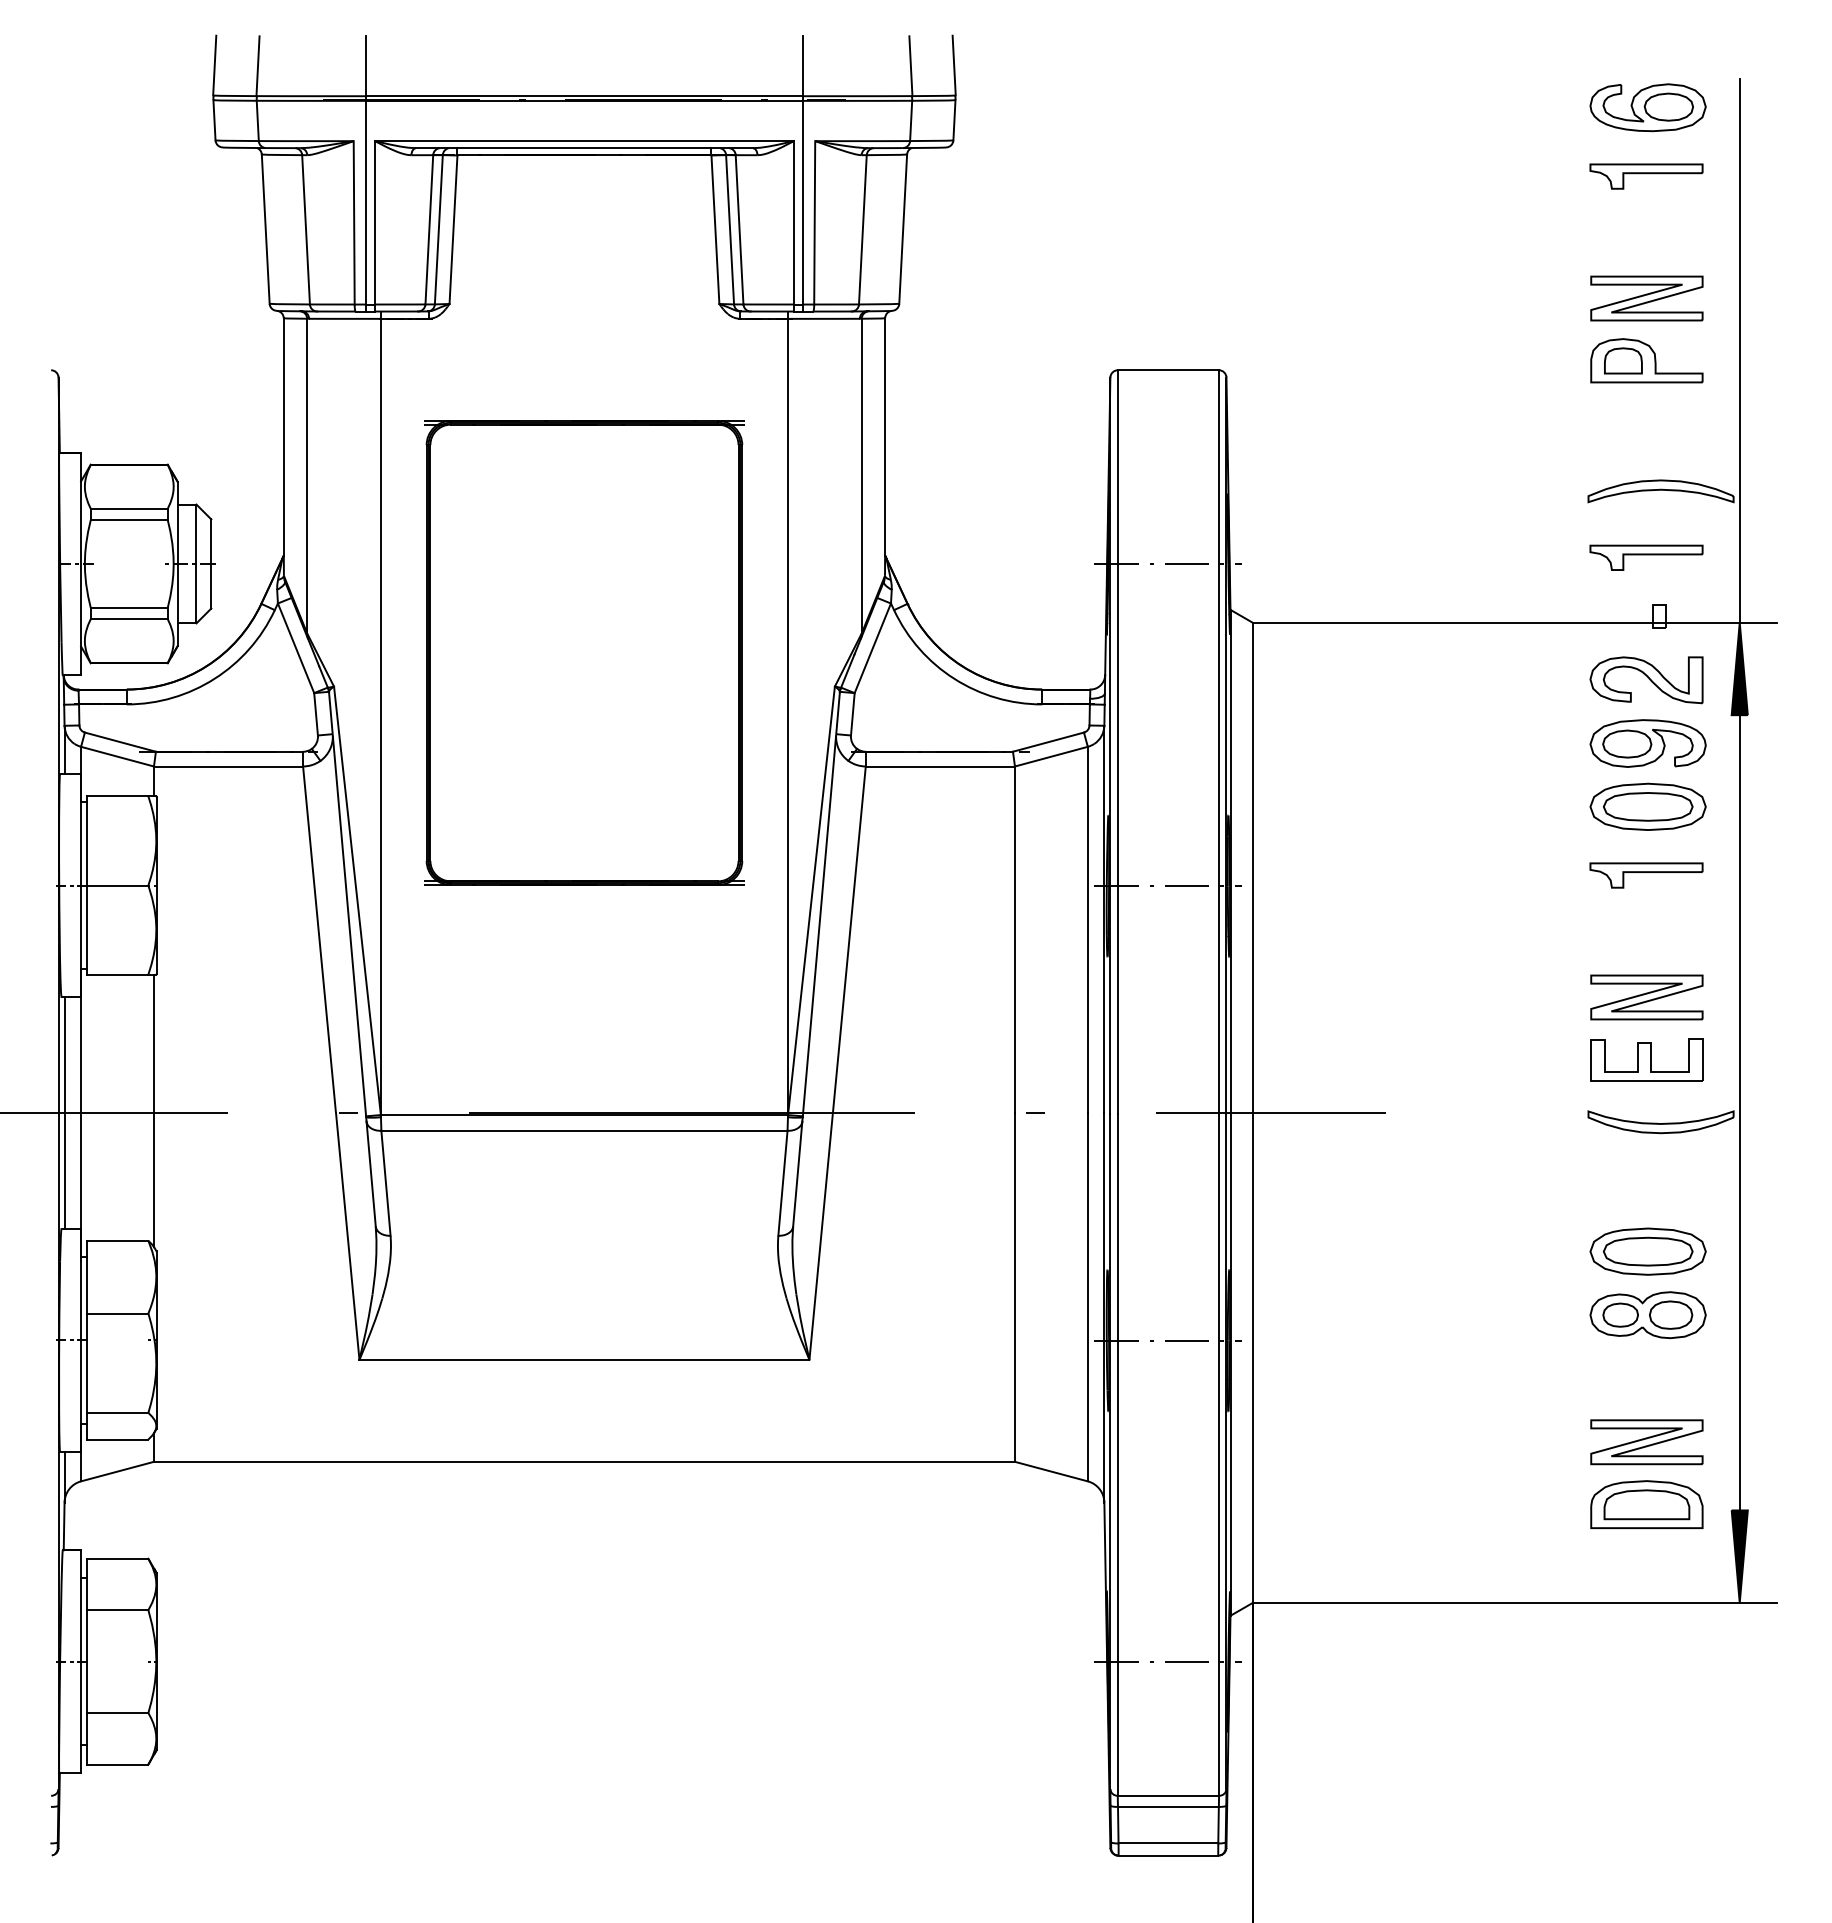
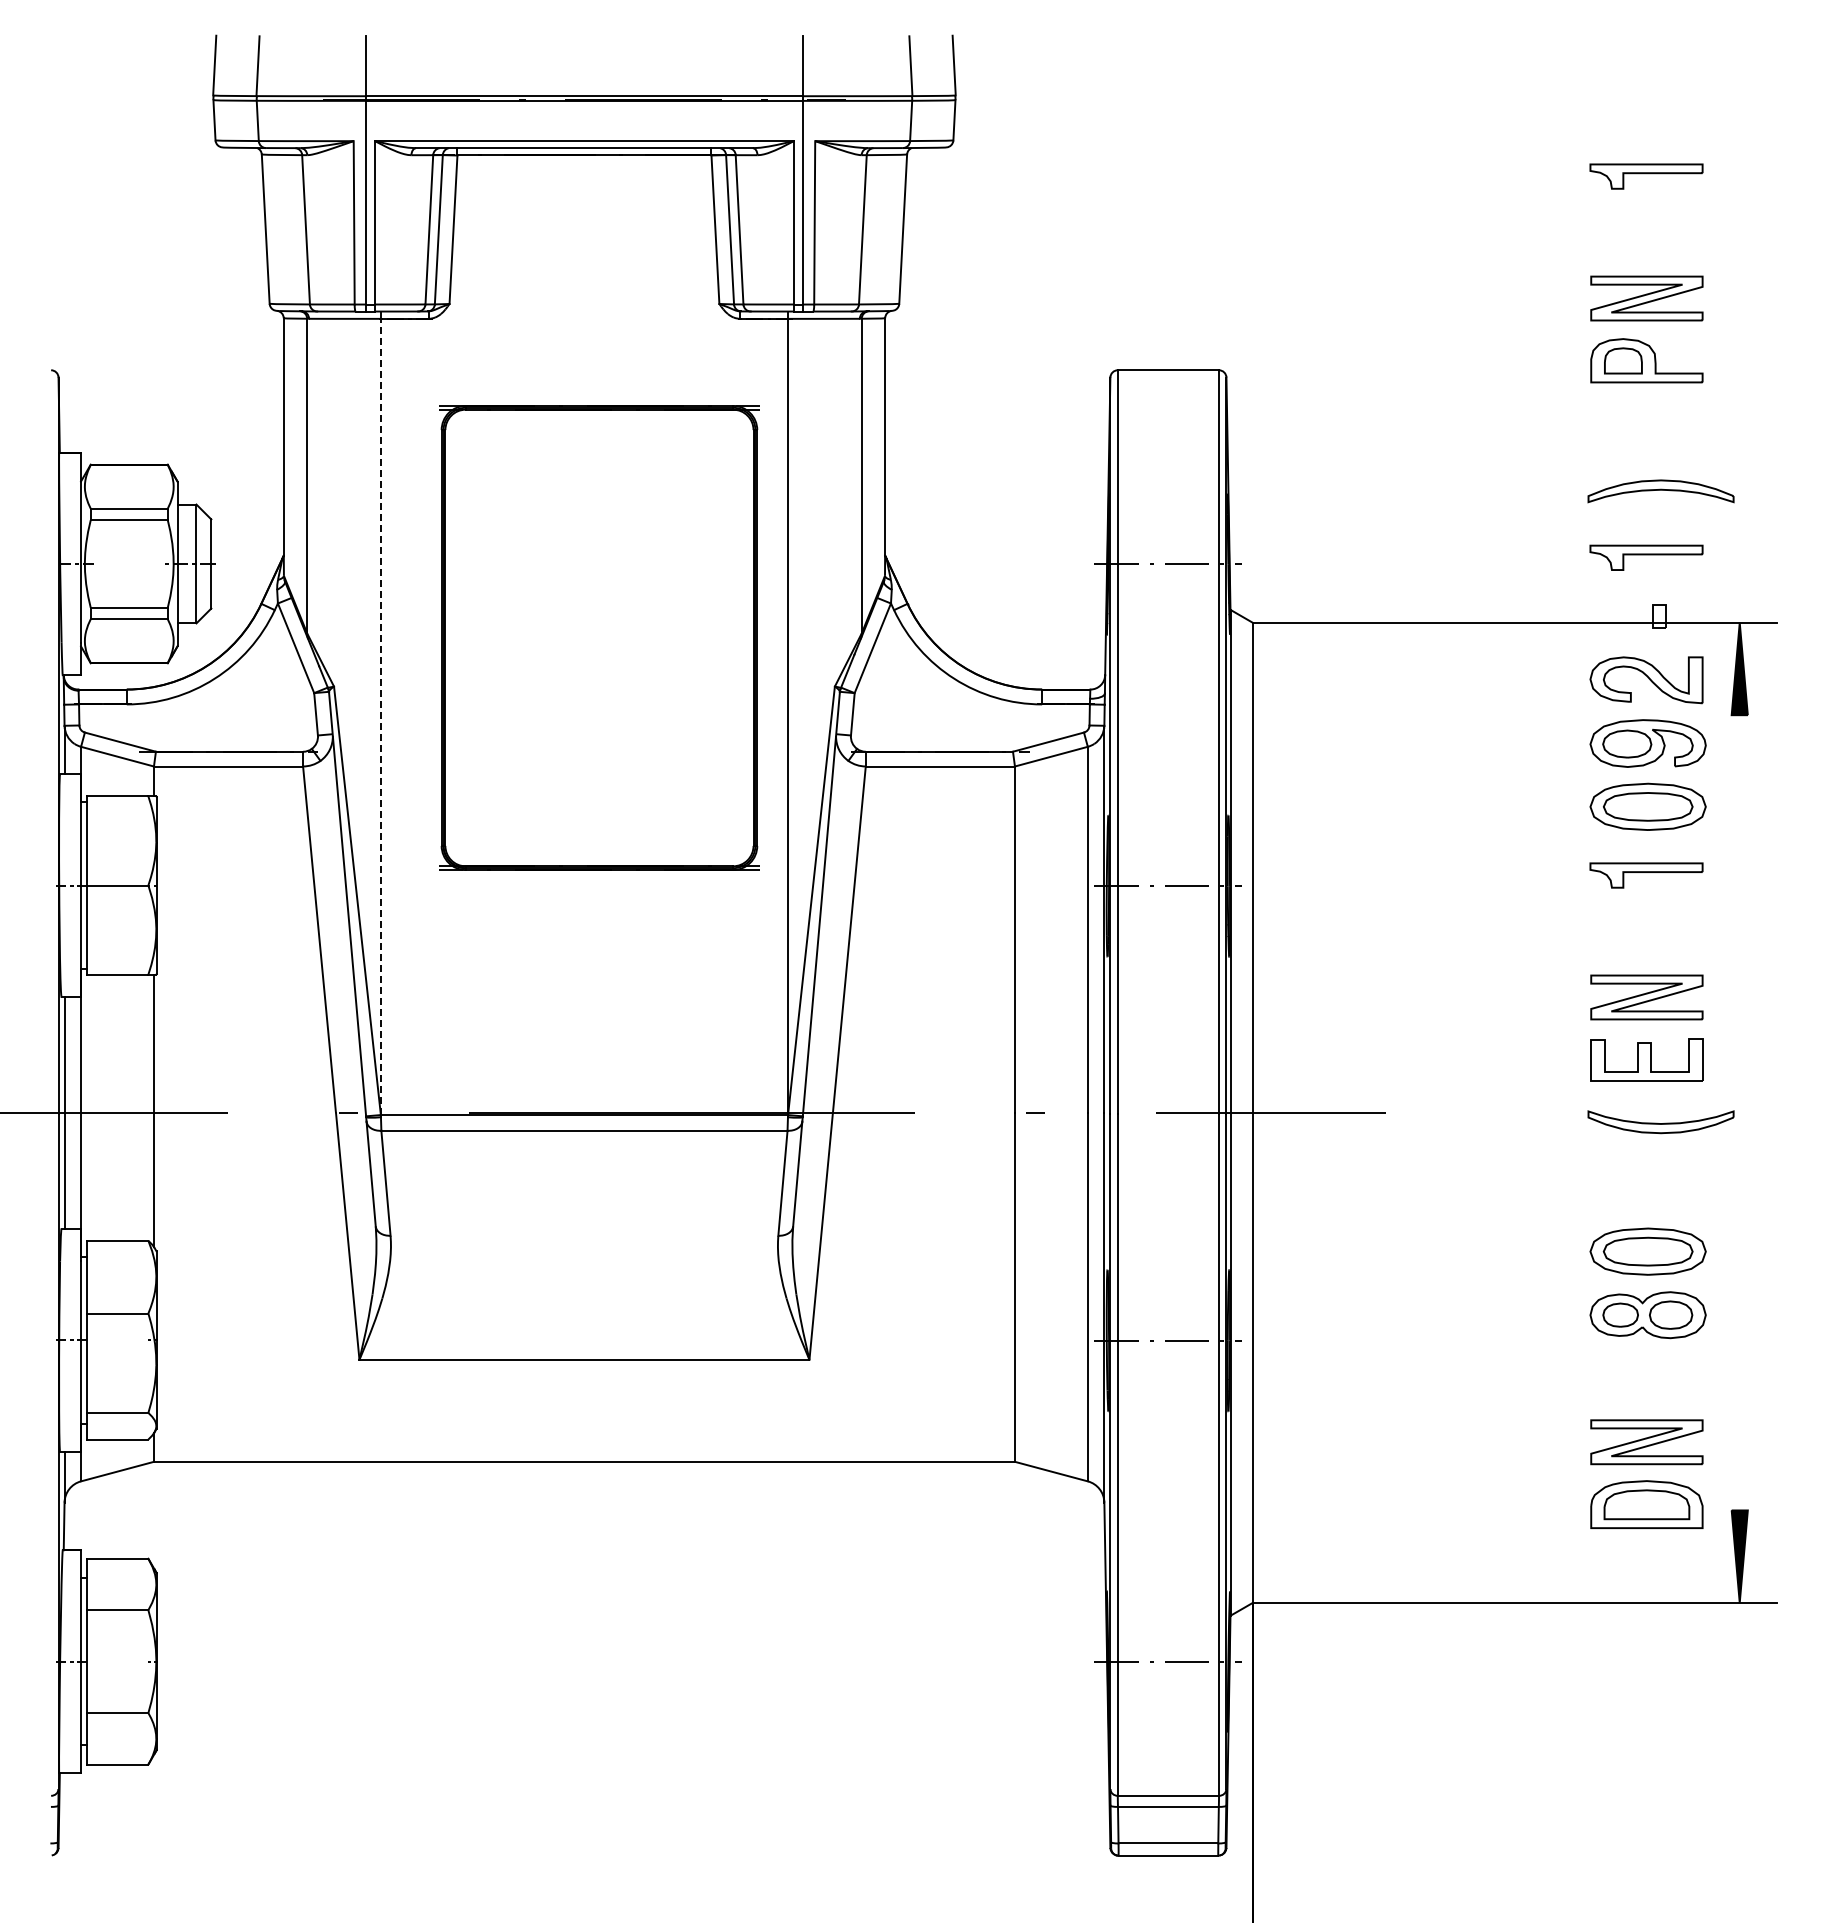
part at (1647, 107): present -> none
line at (1739, 350): present -> none
part at (584, 652) position: (584, 652) -> (599, 637)
line at (380, 716): solid -> dashed
line at (1739, 1112): present -> none
